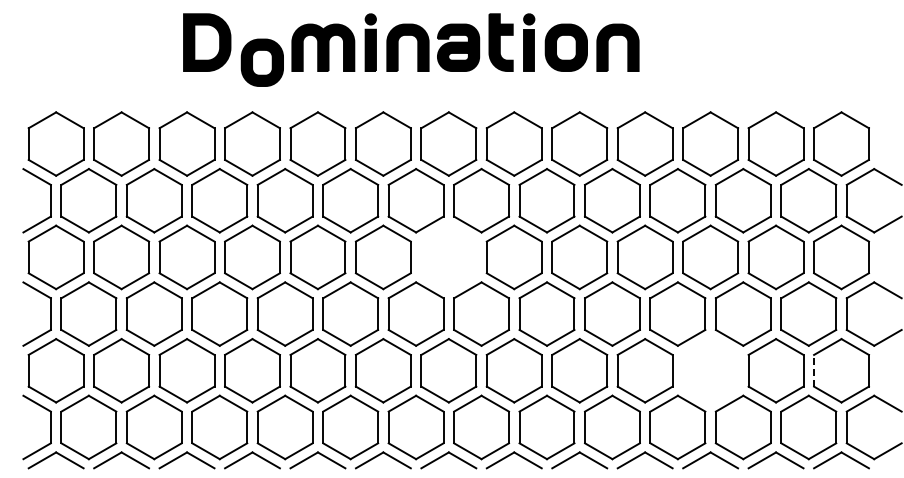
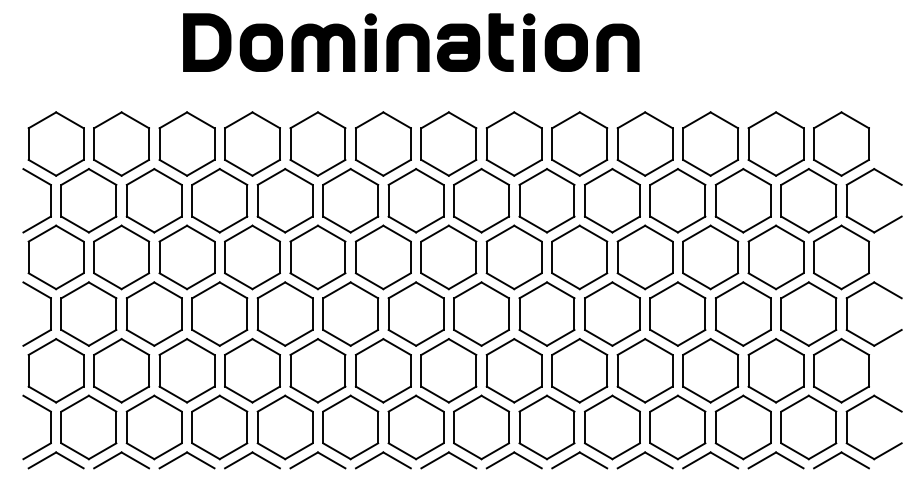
part at (261, 62) position: (261, 62) -> (260, 47)
part at (448, 257): none -> present
part at (710, 370): none -> present
line at (814, 370): dashed -> solid
